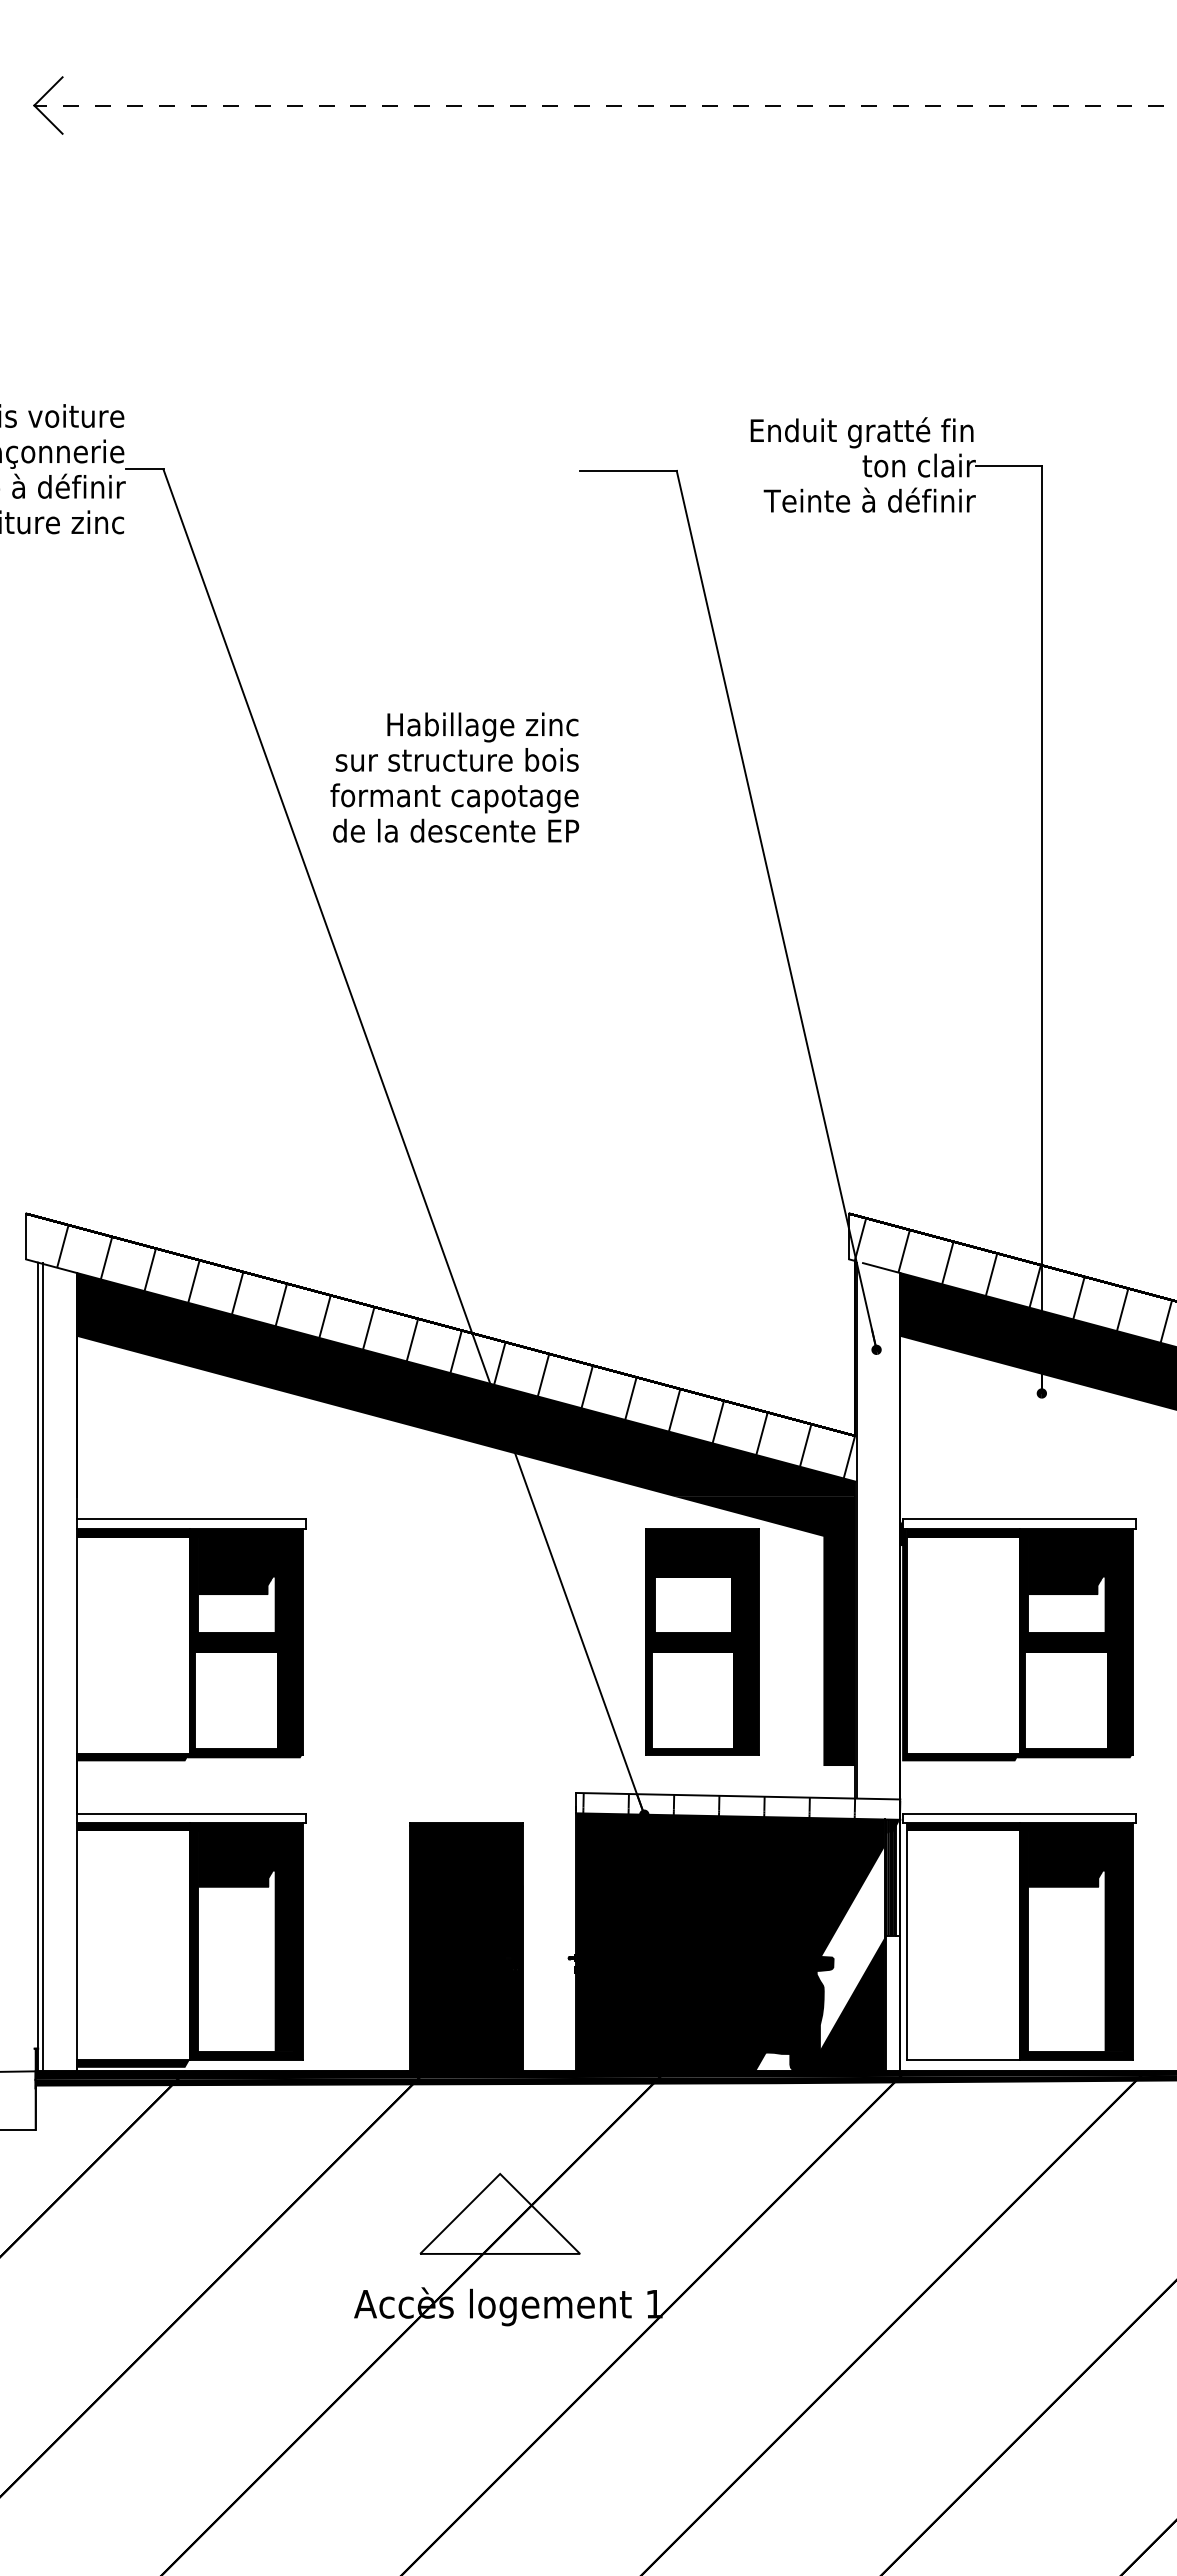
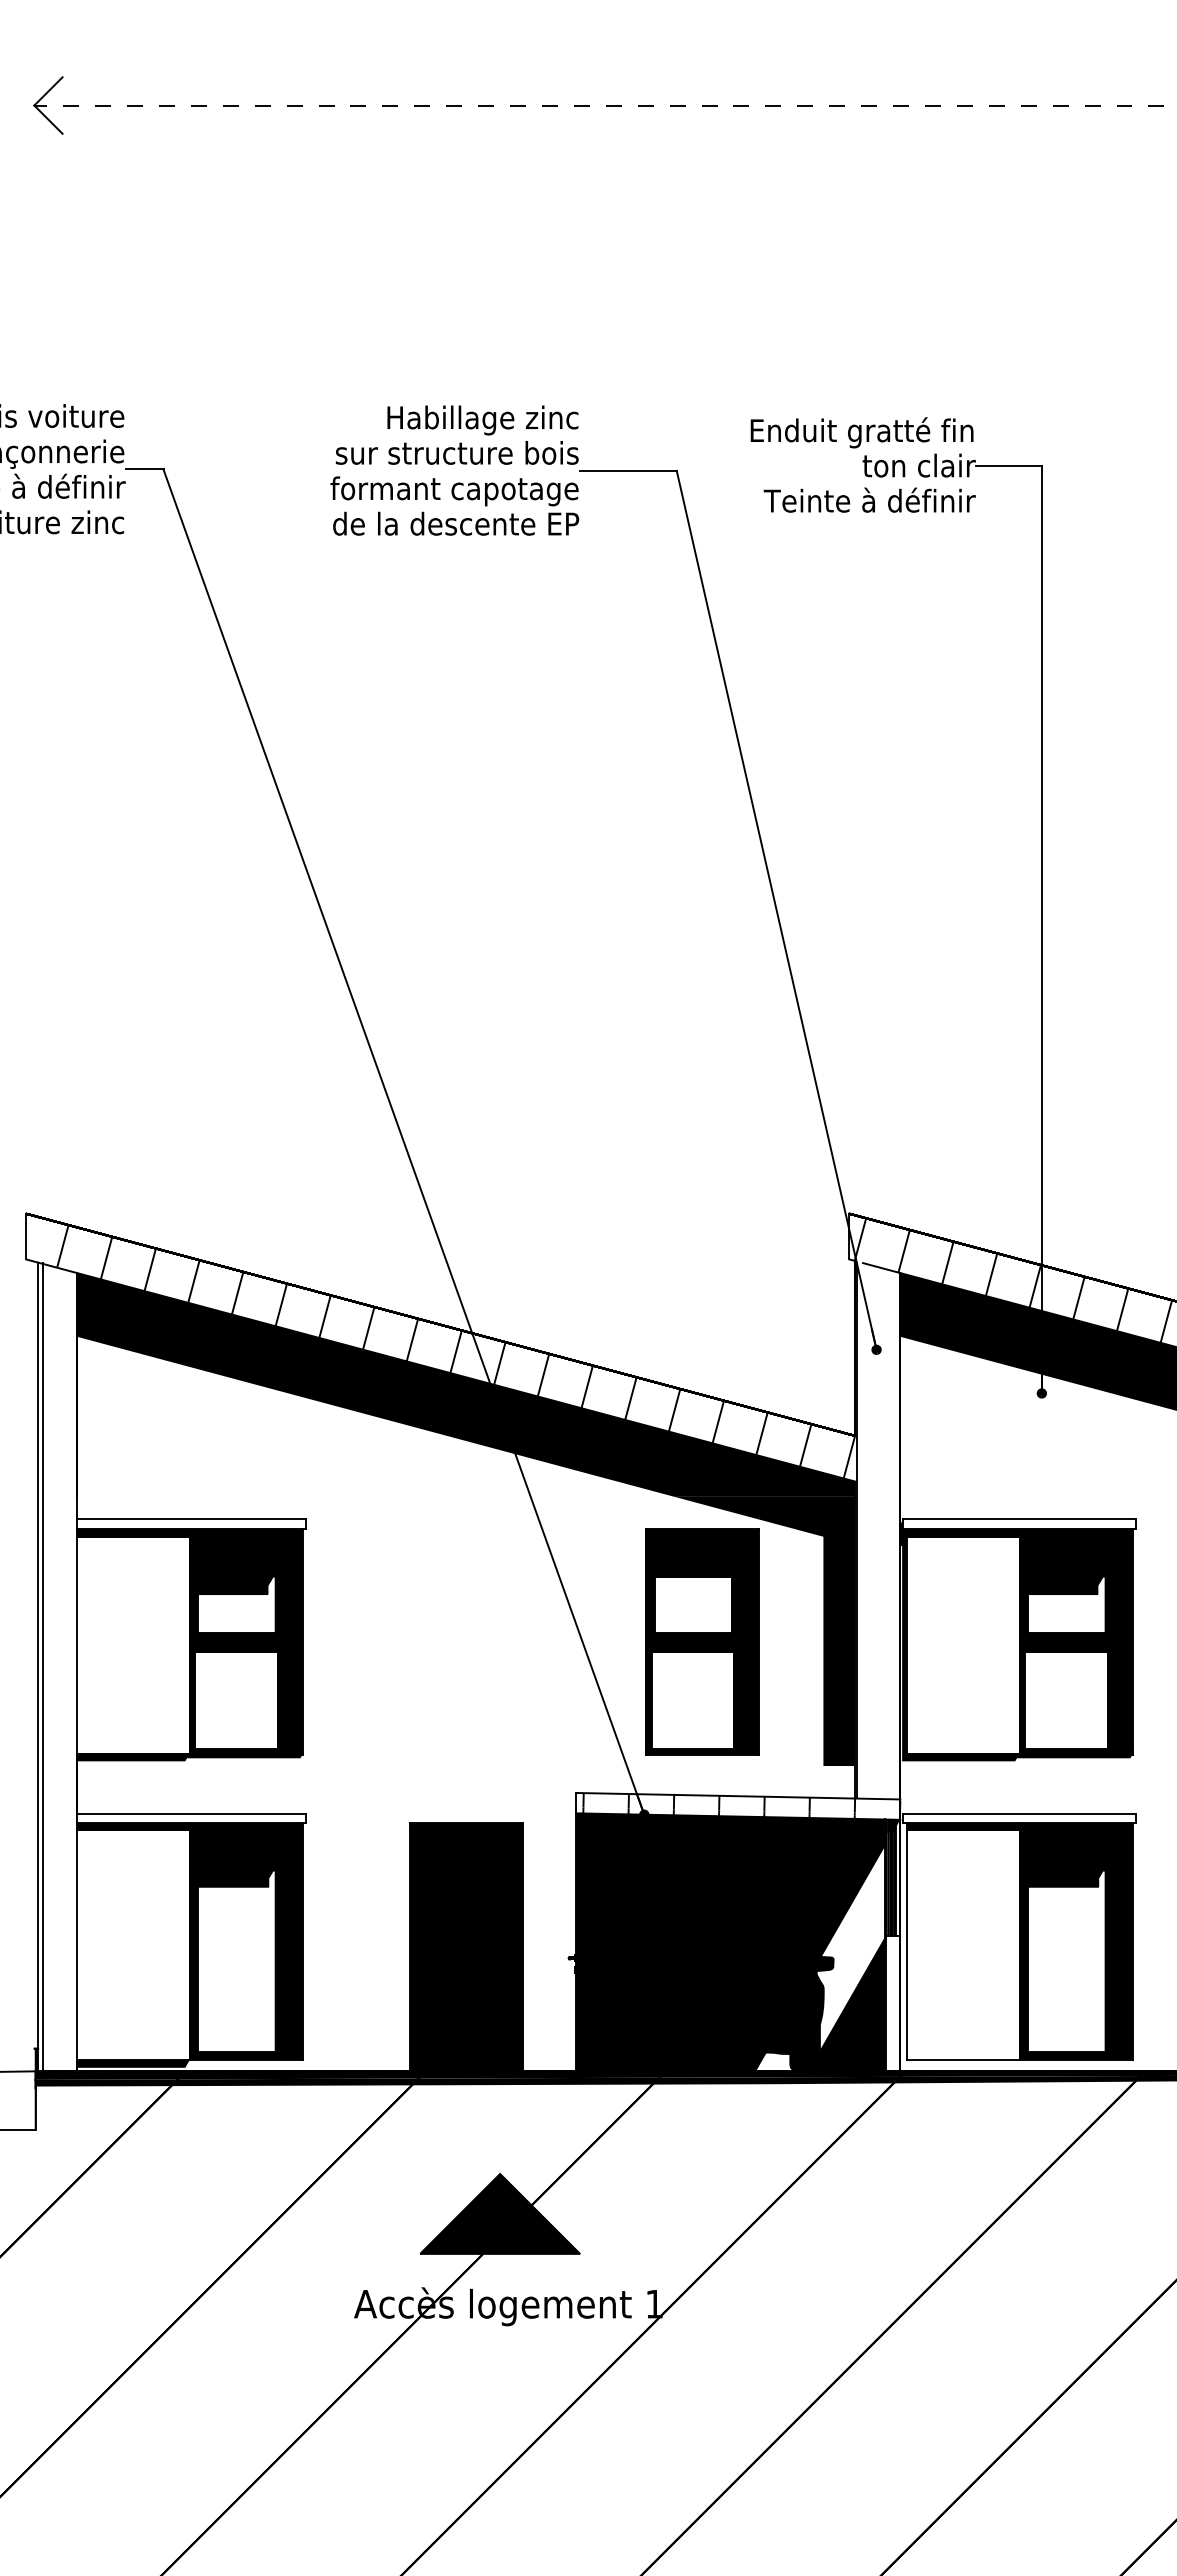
text at (454, 777) position: (454, 777) -> (454, 470)
fill at (500, 2213): none -> present
